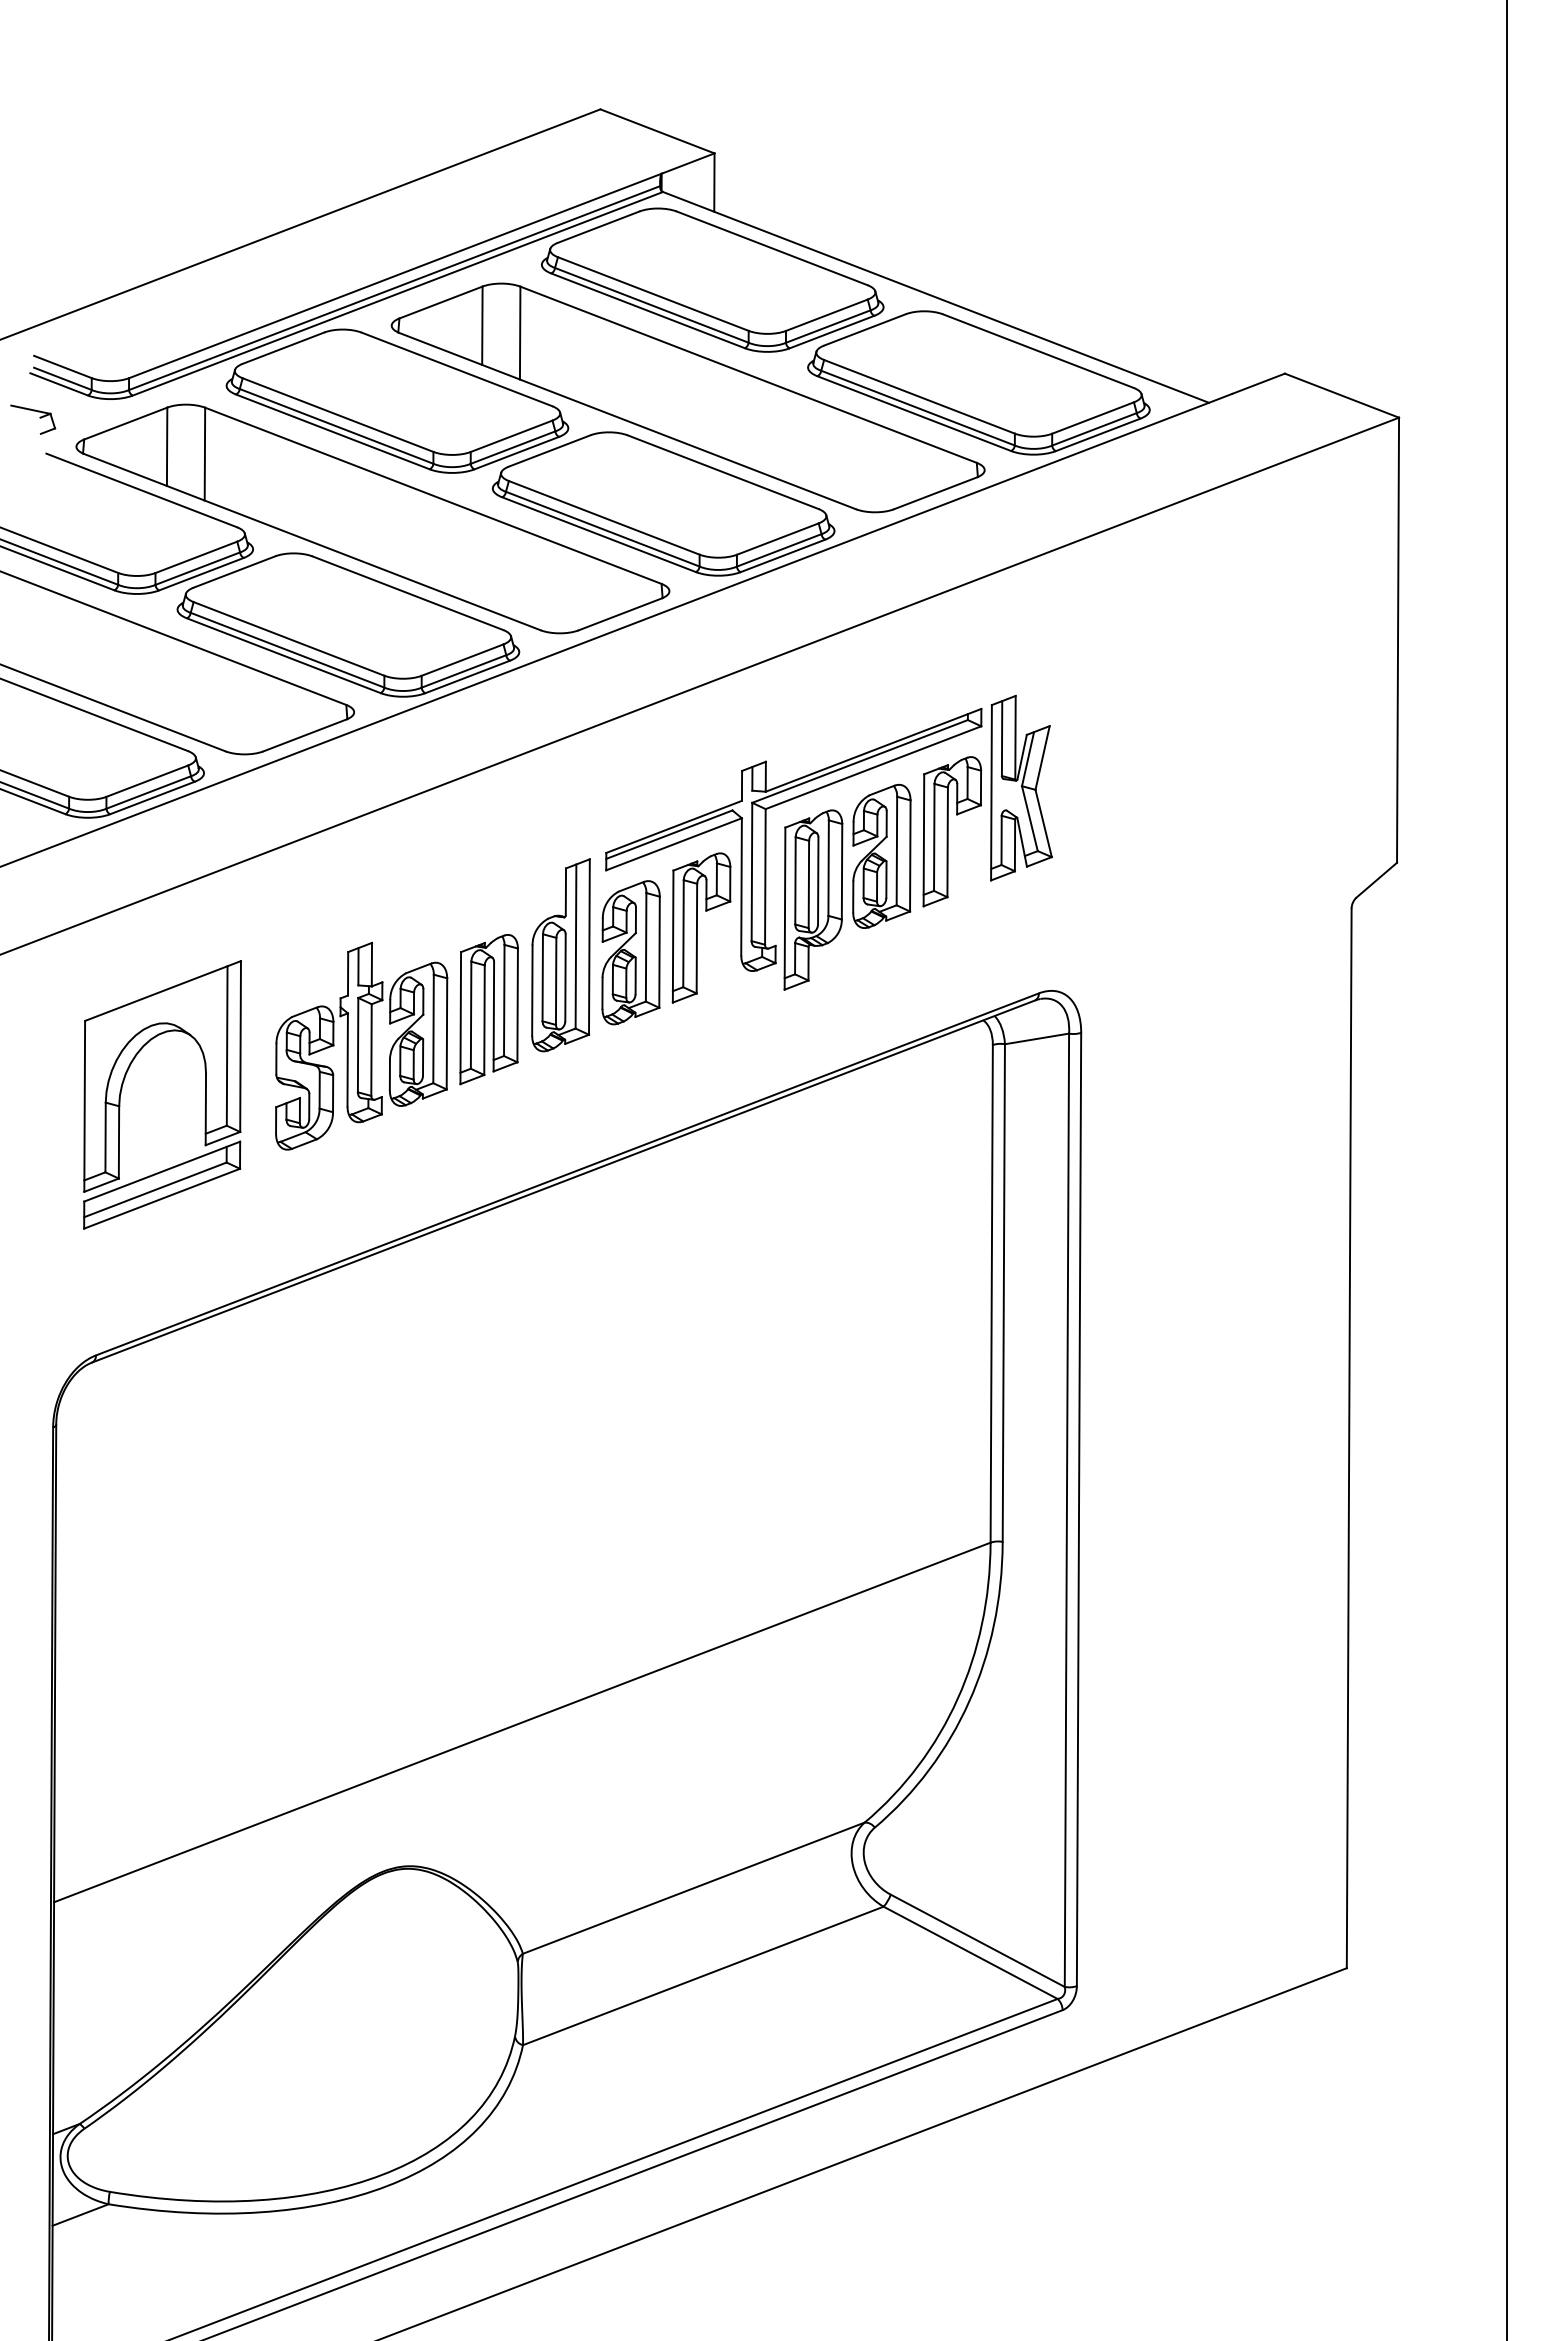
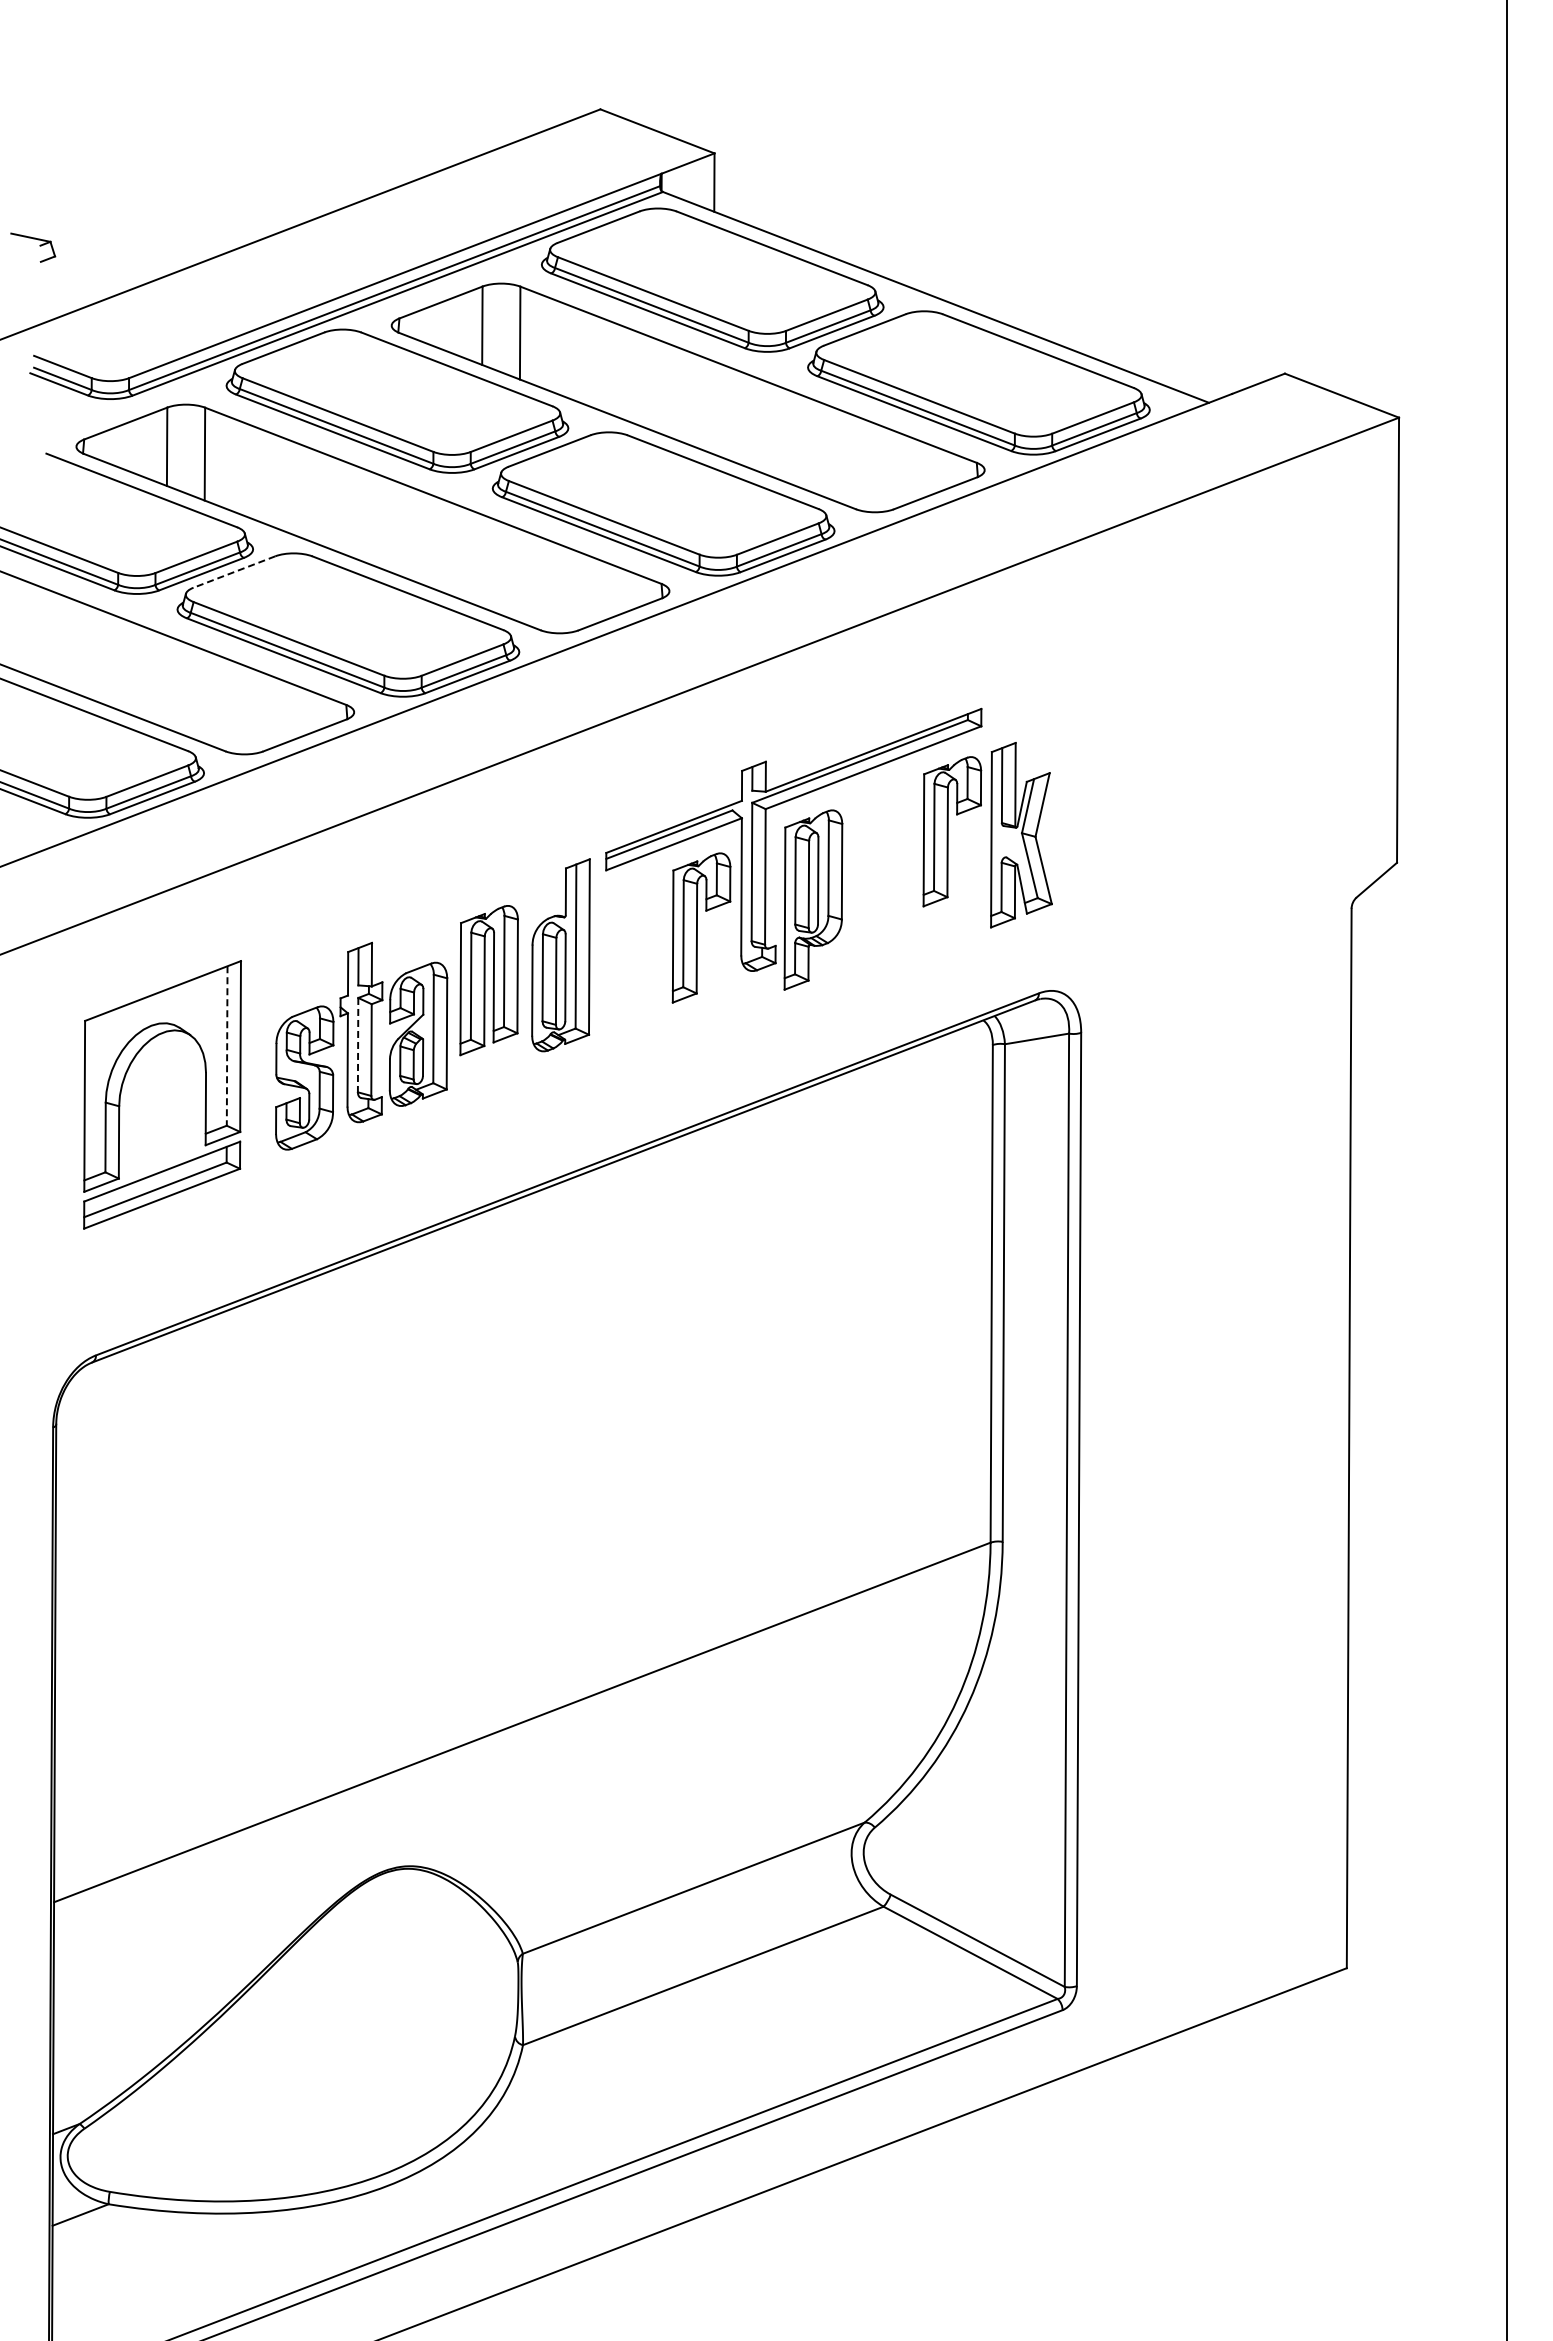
part at (39, 418) position: (39, 418) -> (39, 246)
line at (234, 572): solid -> dashed
part at (1021, 788) position: (1021, 788) -> (1021, 835)
part at (881, 856): present -> none
part at (630, 952): present -> none
part at (488, 1009) position: (488, 1009) -> (488, 980)
line at (227, 1045): solid -> dashed
line at (358, 1045): solid -> dashed
